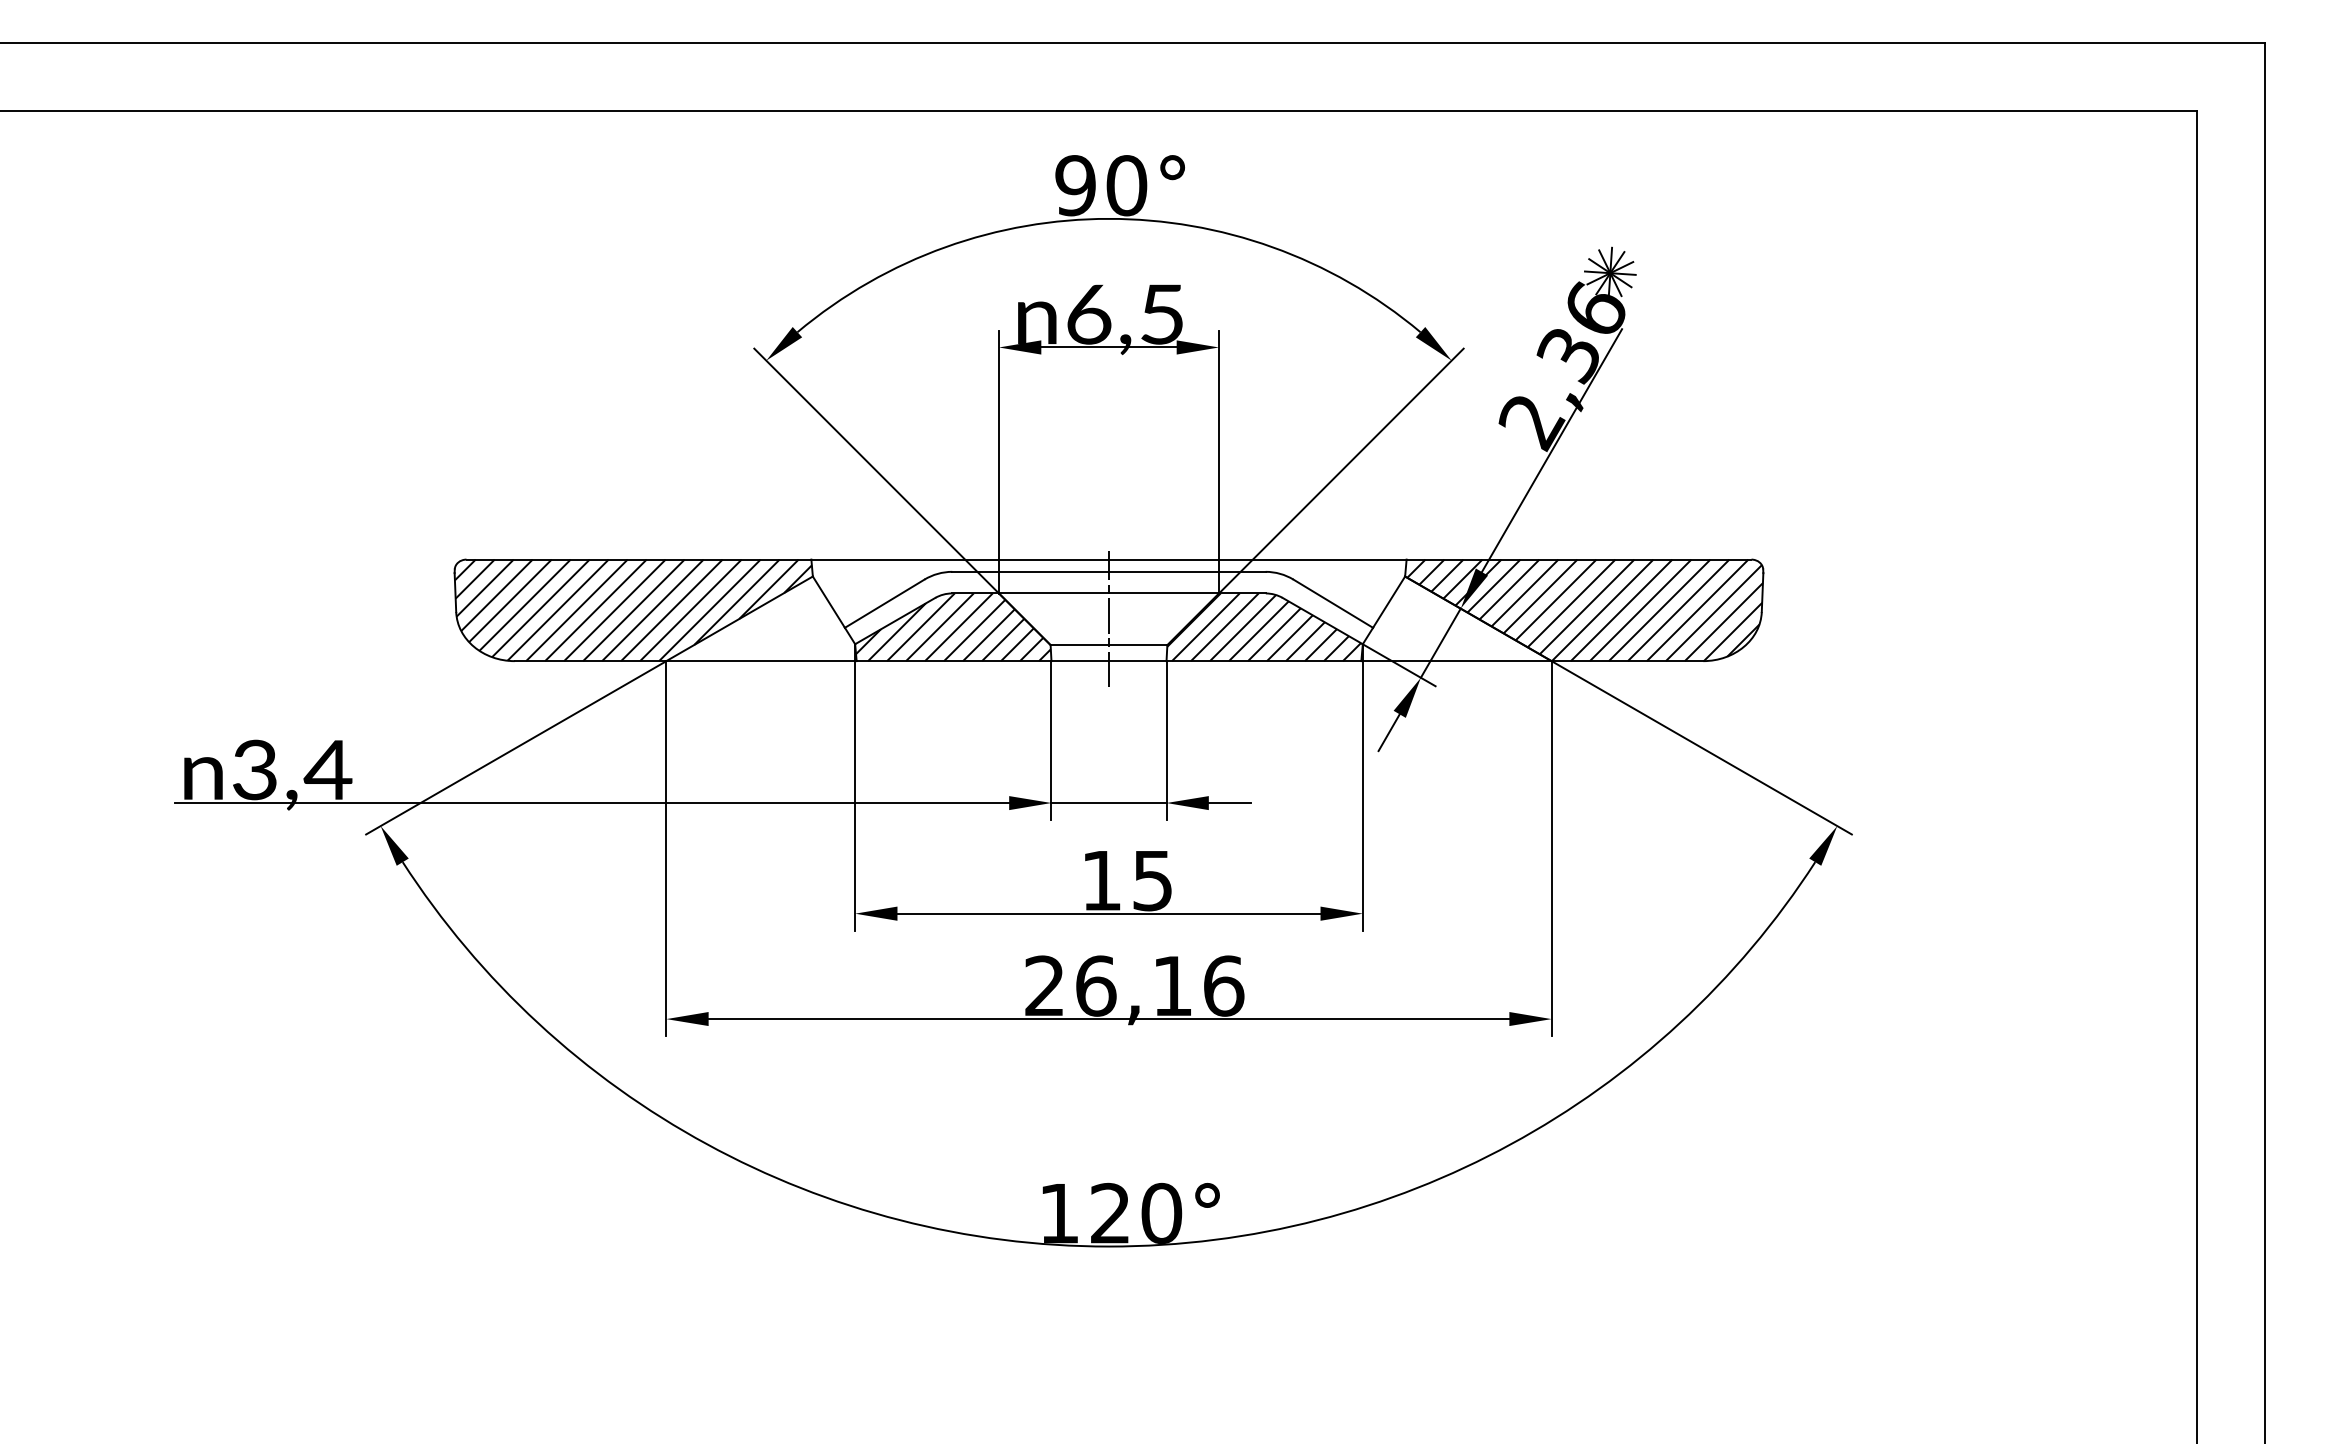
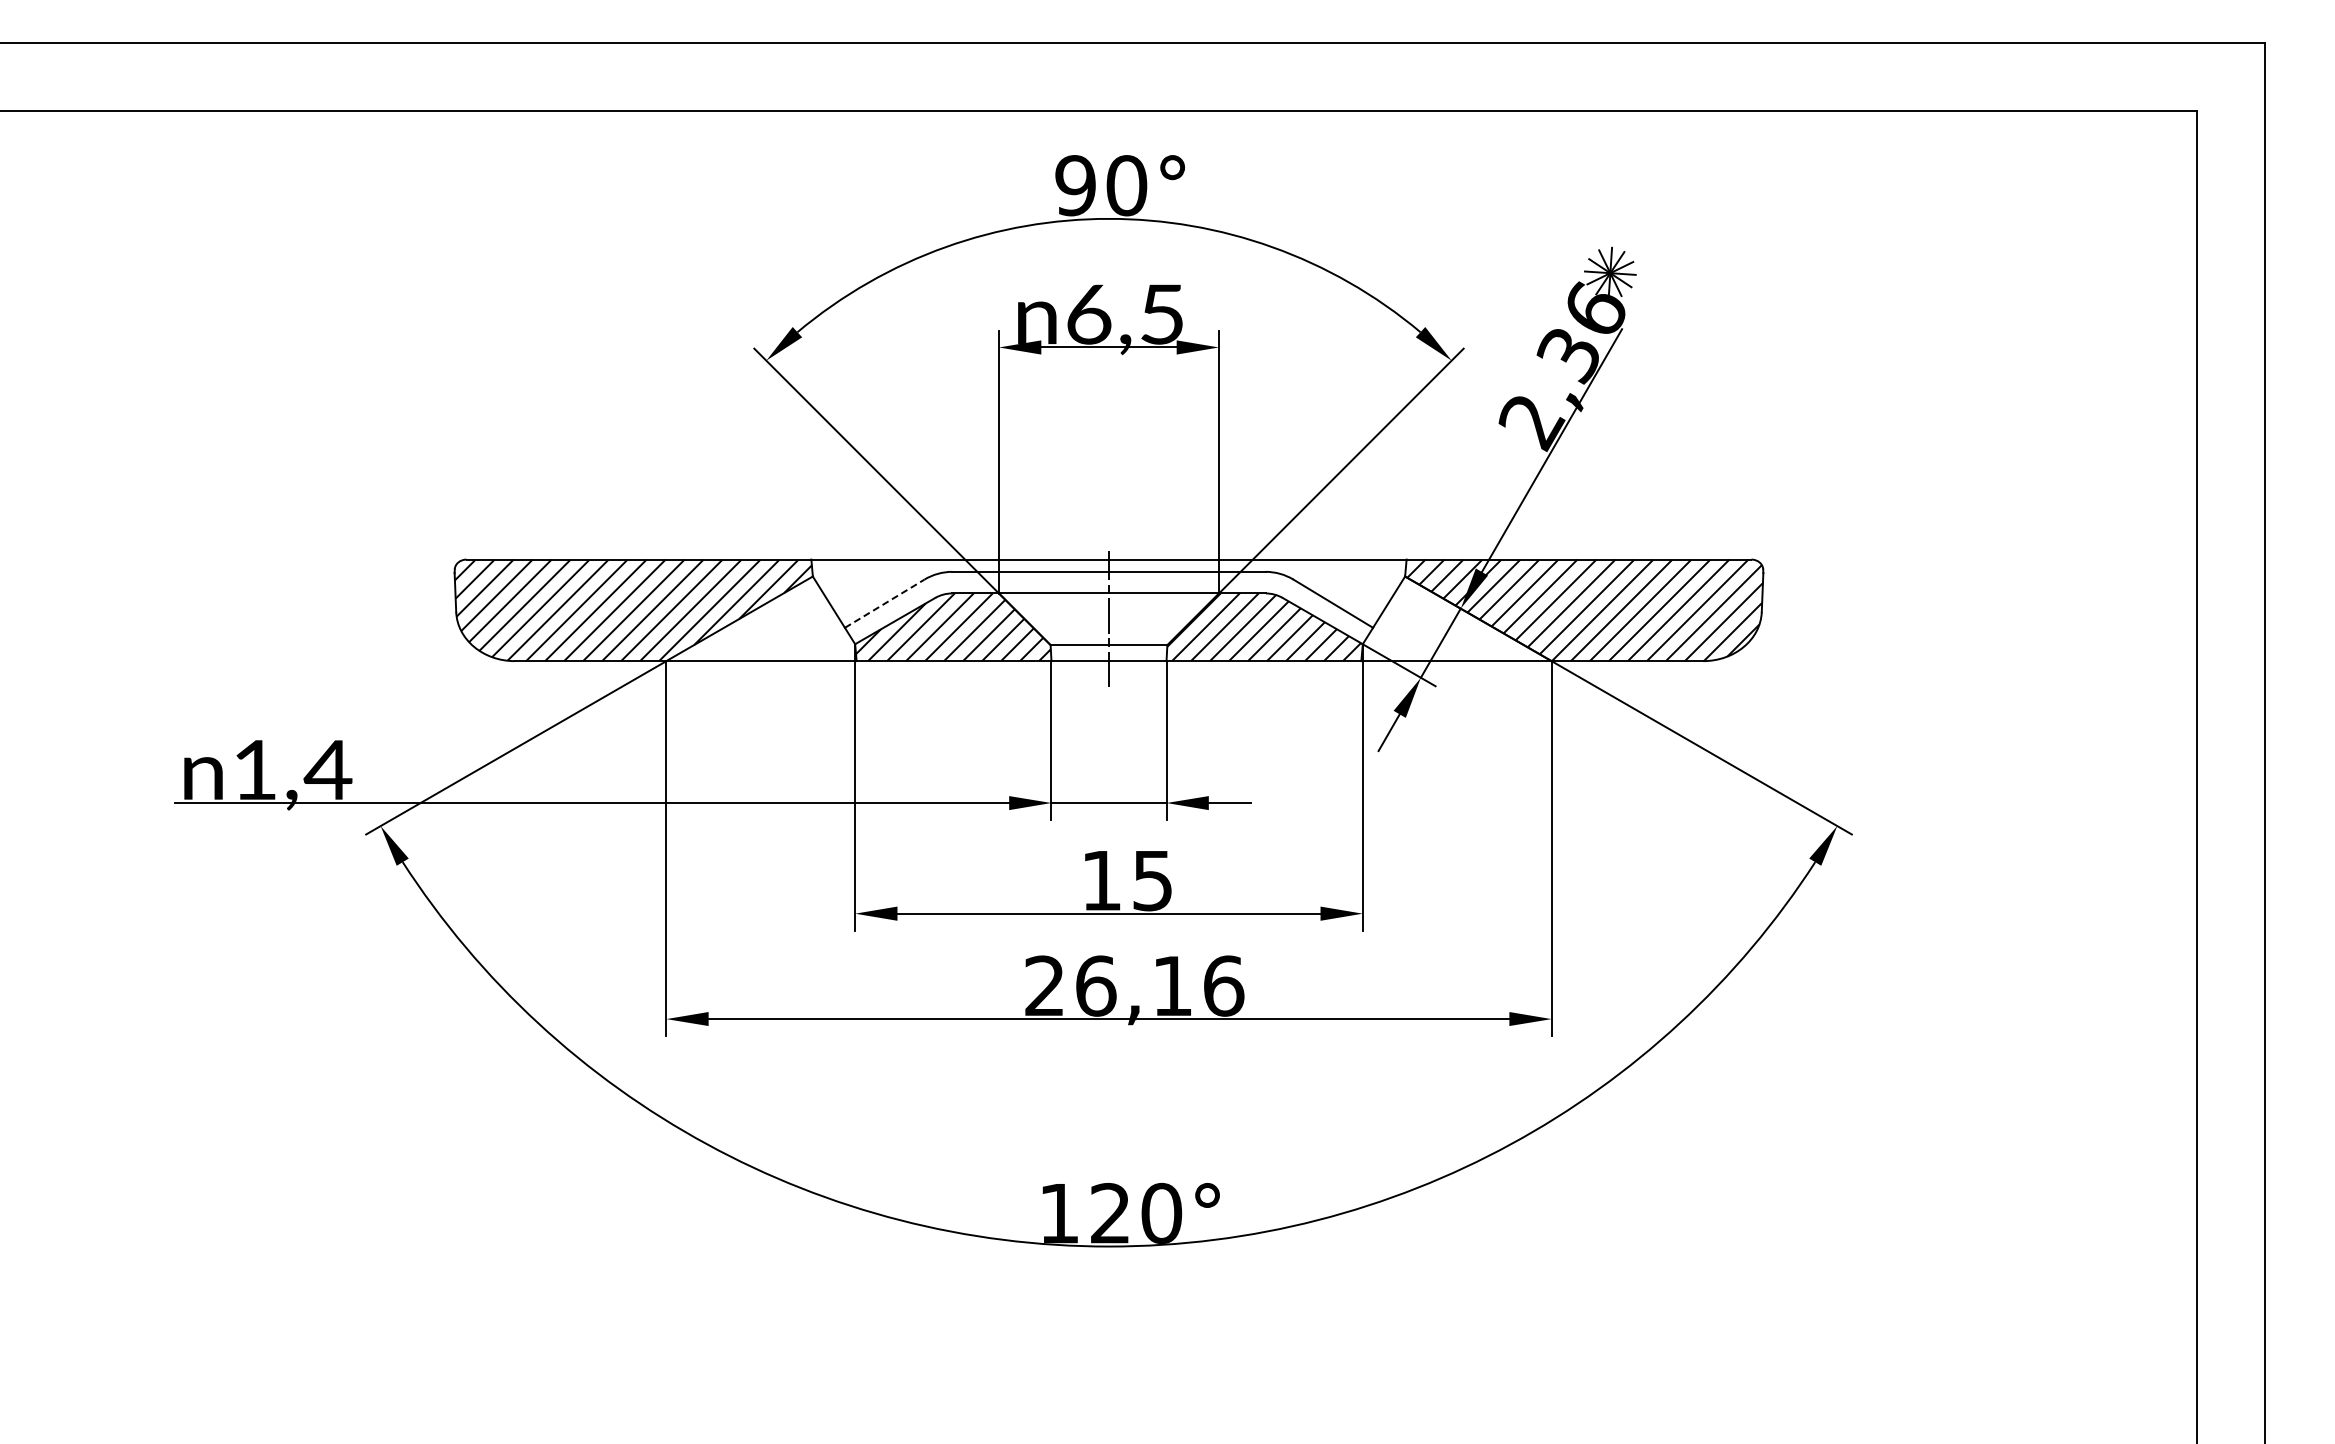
line at (884, 603): solid -> dashed
text at (254, 769): 3,4 -> 1,4
